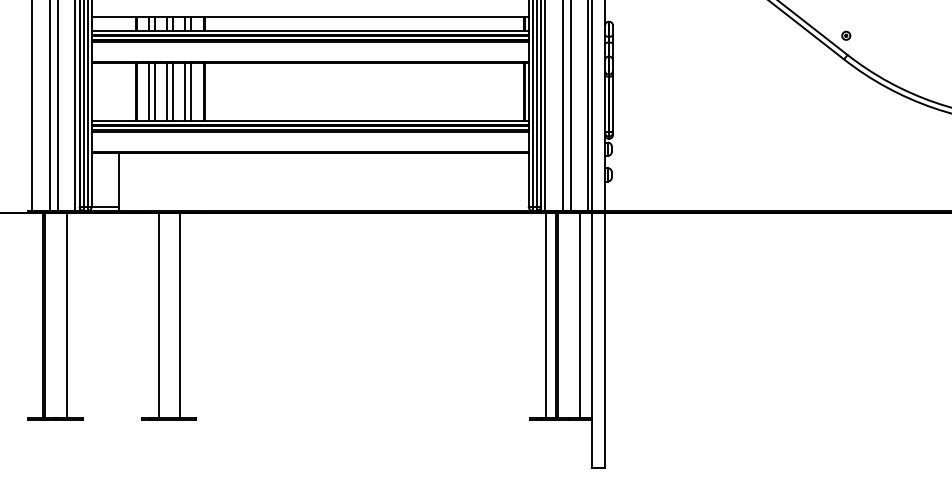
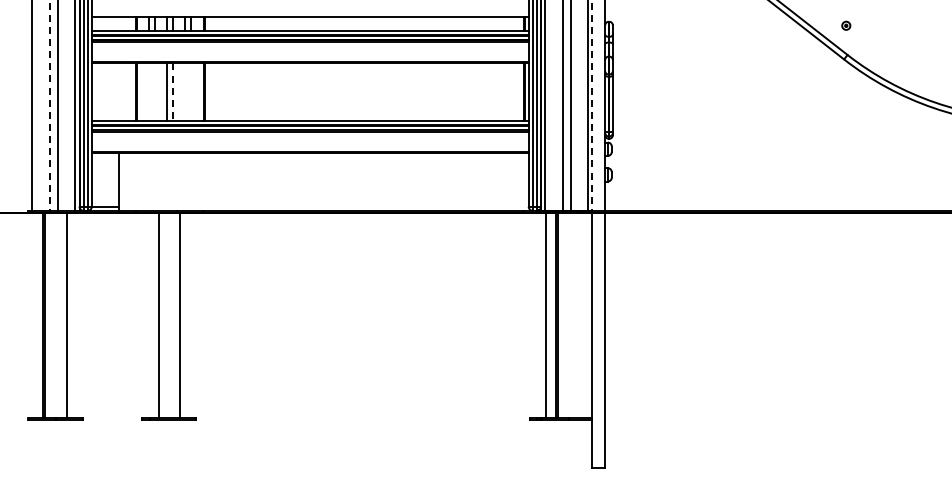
part at (846, 35) position: (846, 35) -> (846, 25)
line at (149, 91): present -> none
line at (154, 91): present -> none
line at (185, 91): present -> none
line at (191, 91): present -> none
line at (172, 92): solid -> dashed
line at (49, 105): solid -> dashed
line at (592, 105): solid -> dashed
line at (580, 315): present -> none
